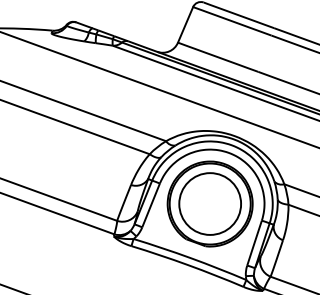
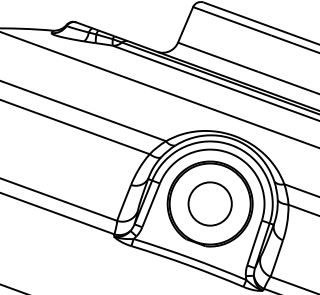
circle at (210, 203) diameter: 62 px -> 43 px
